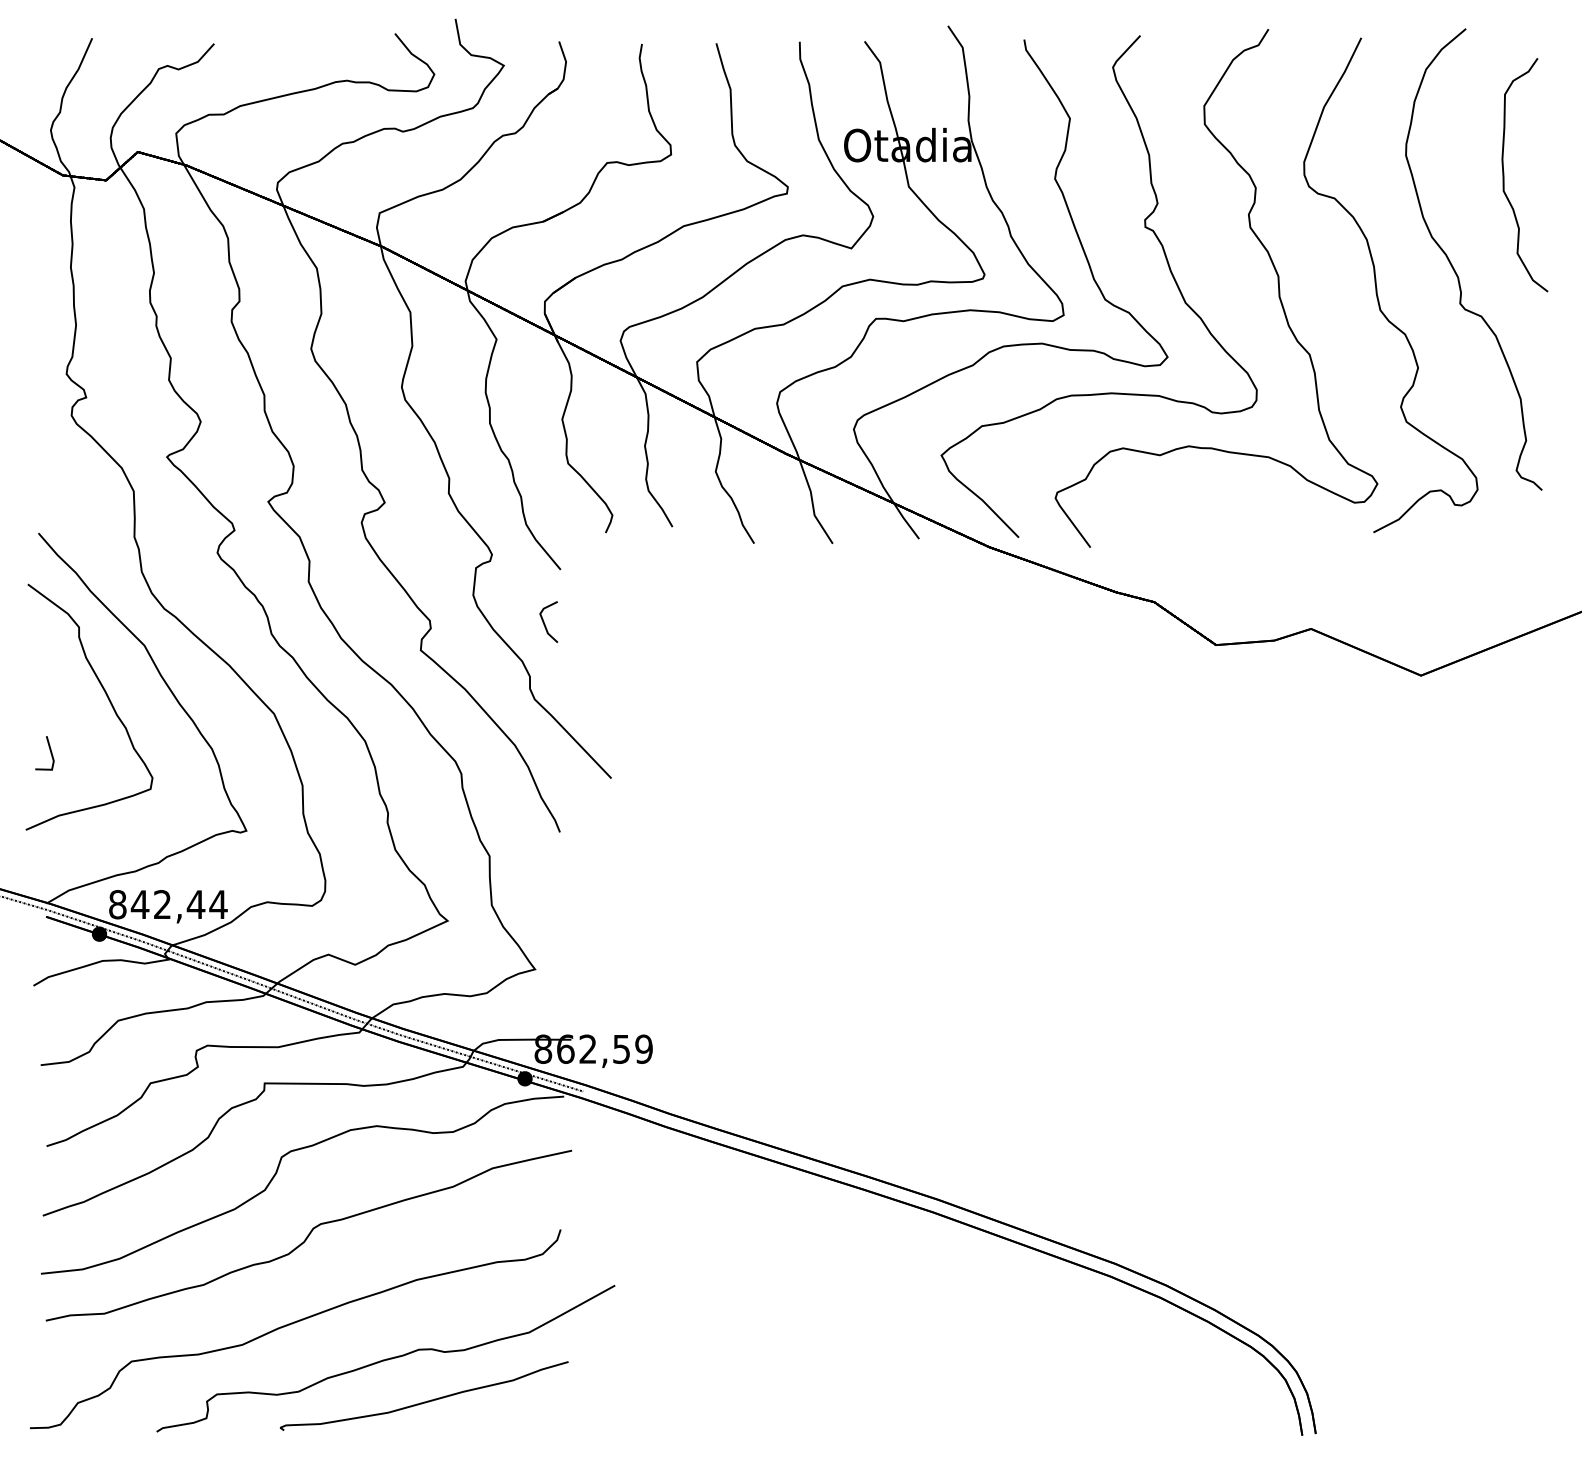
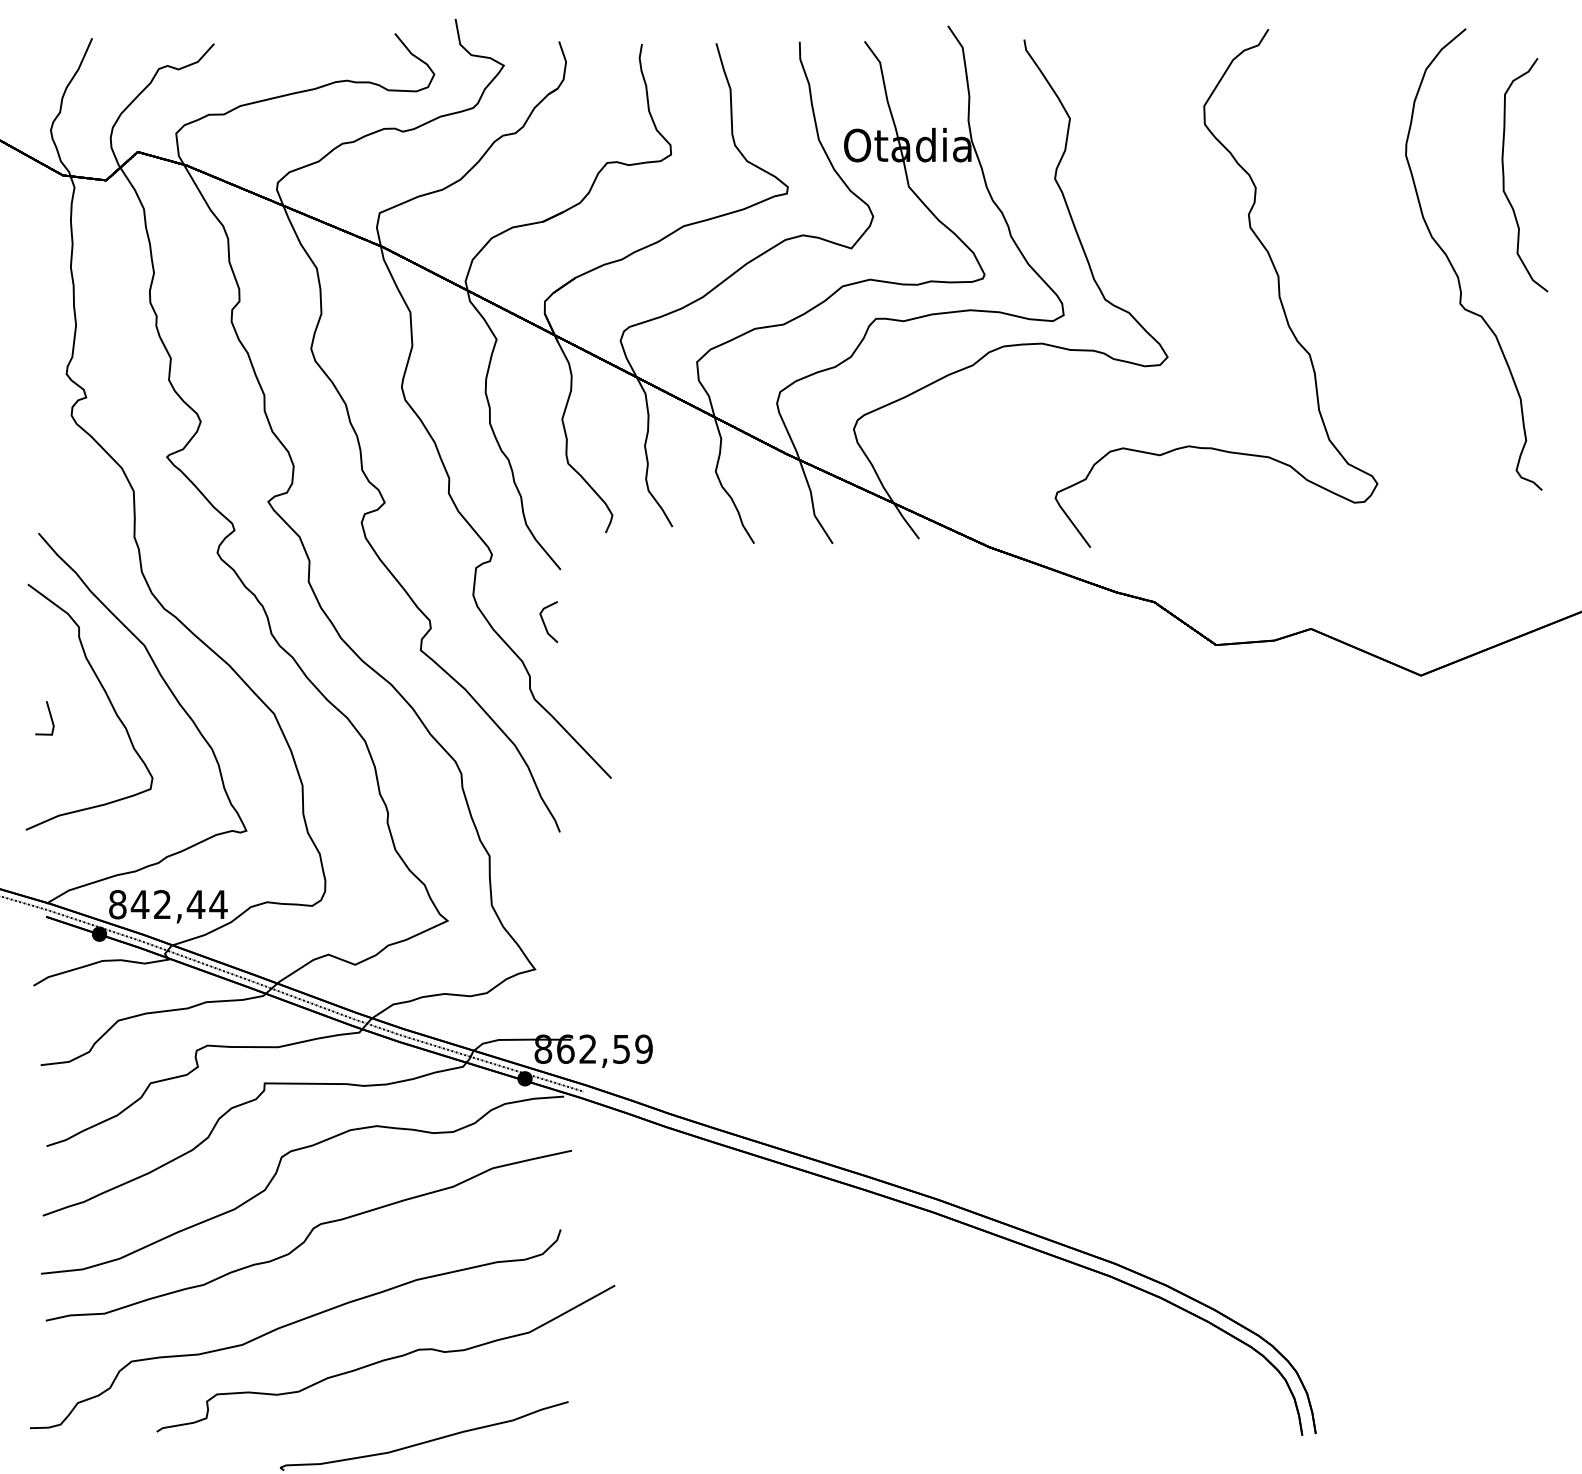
part at (1167, 264): present -> none
part at (1377, 287): present -> none
line at (49, 750) position: (49, 750) -> (49, 715)
part at (424, 1395) position: (424, 1395) -> (424, 1435)
